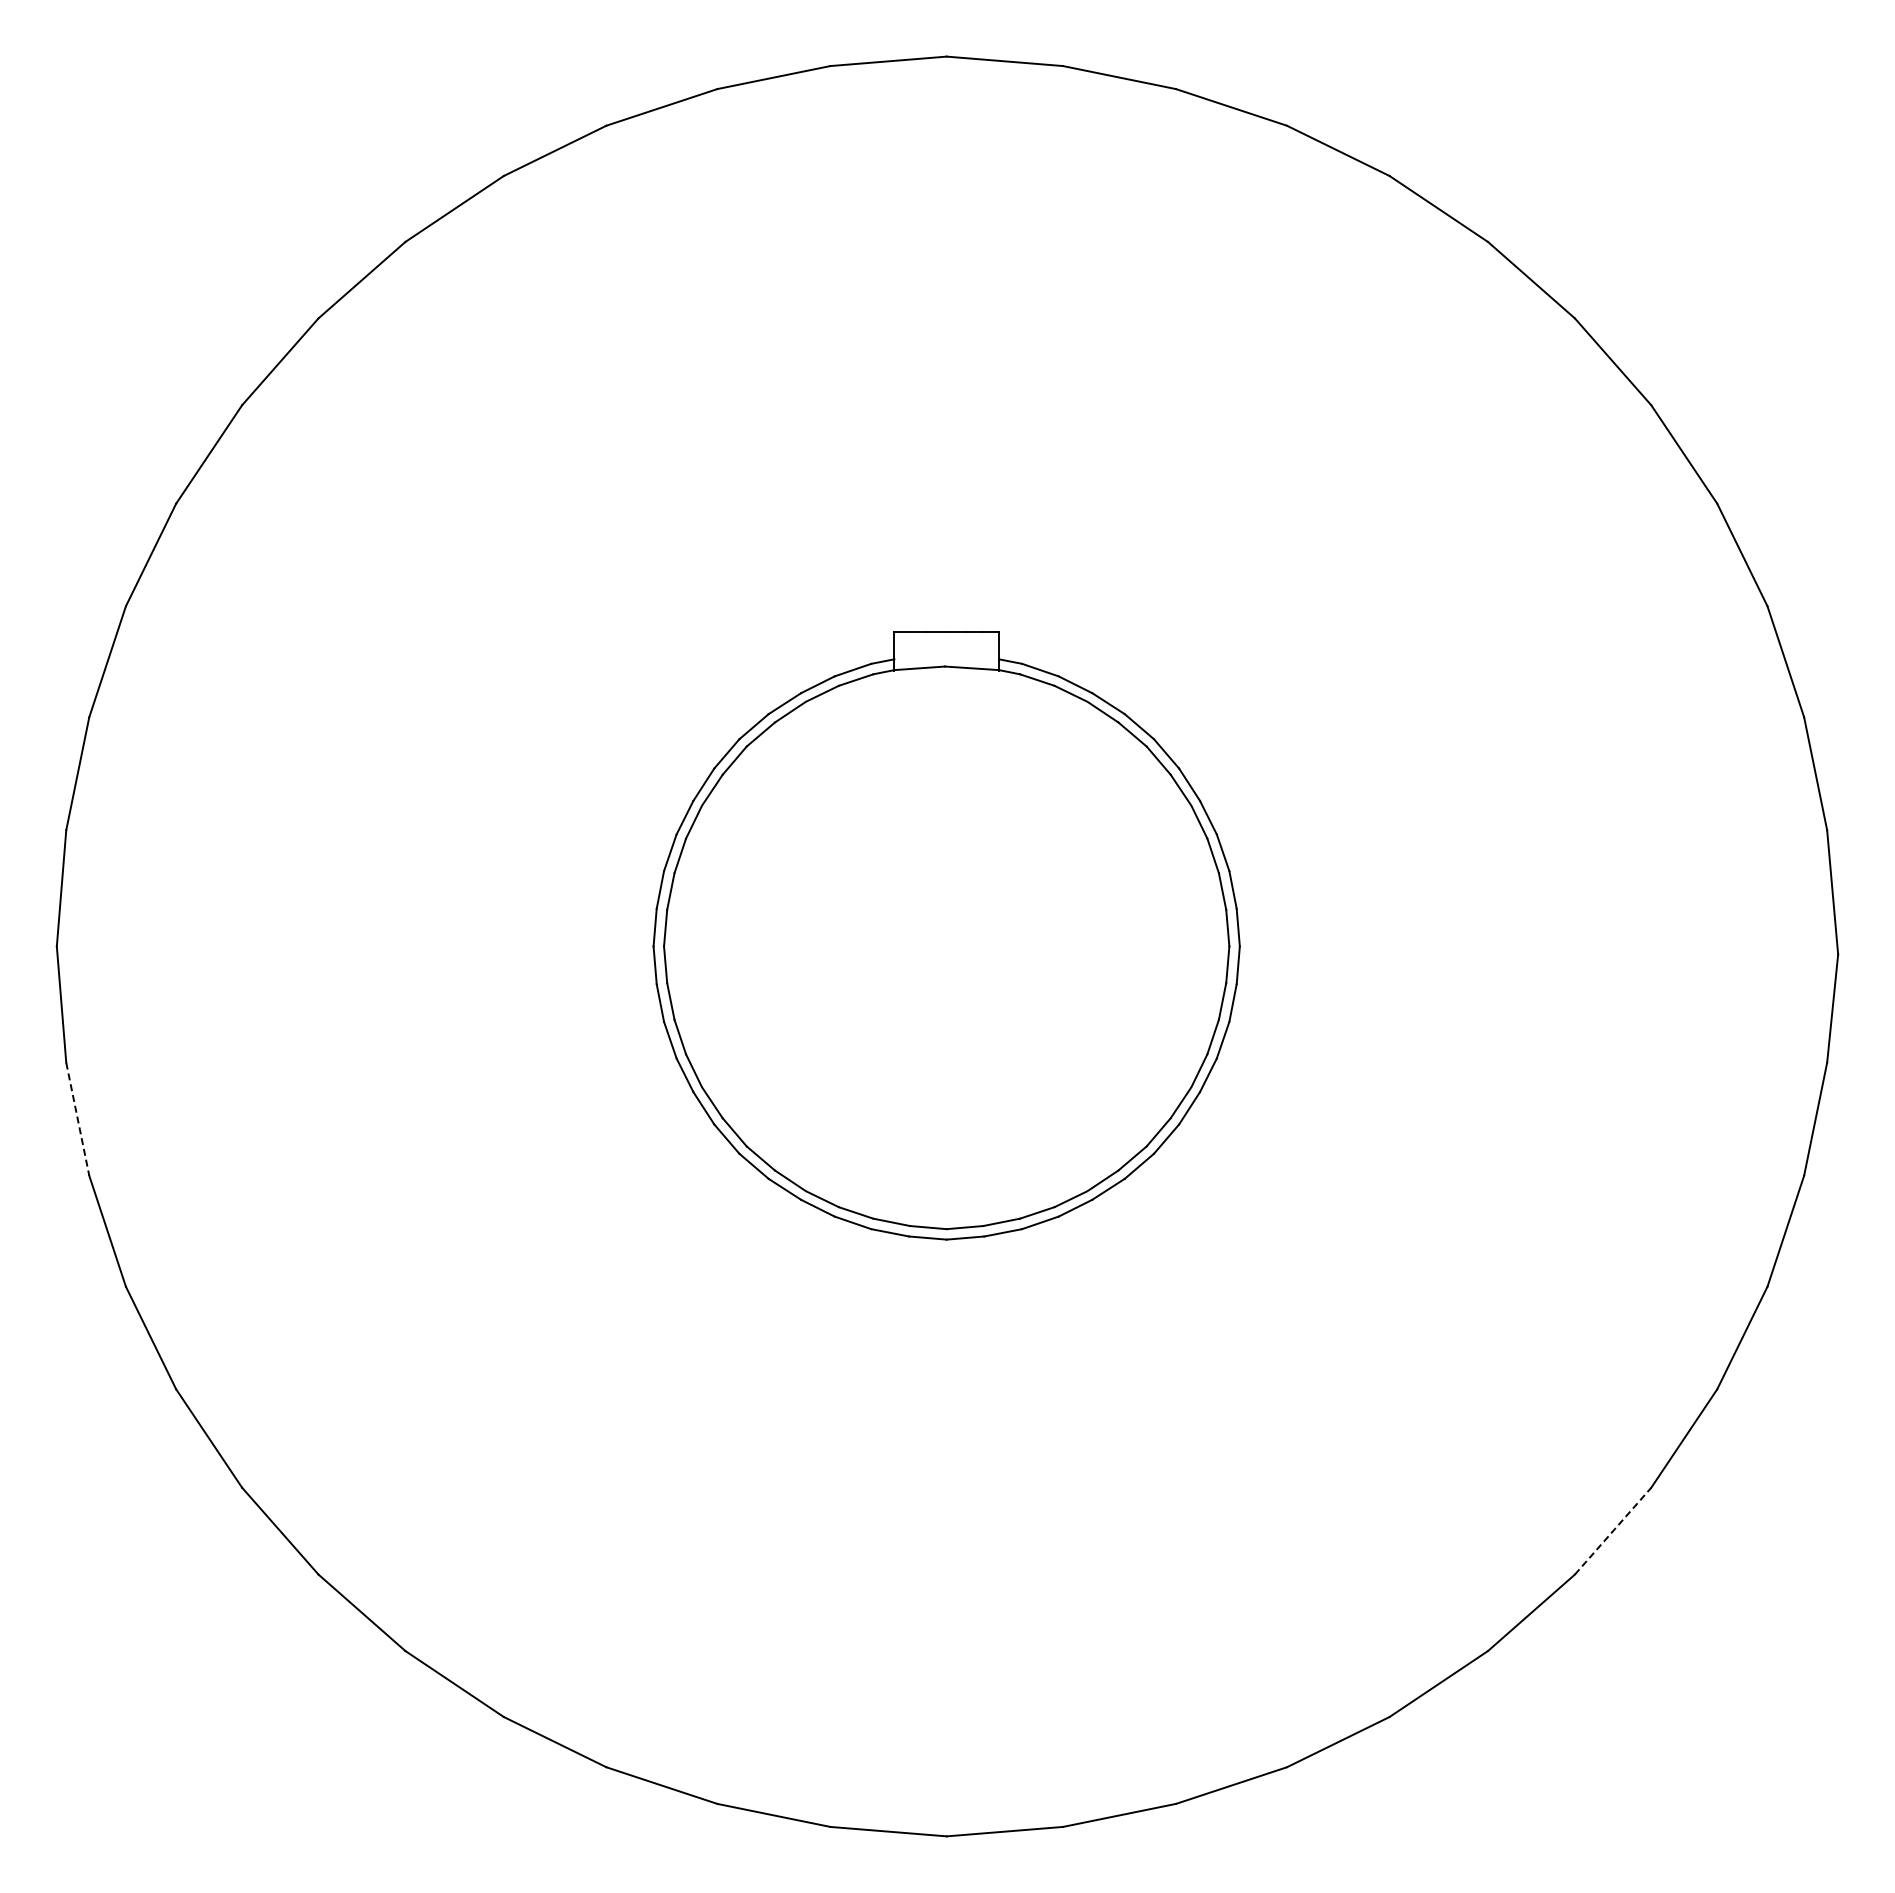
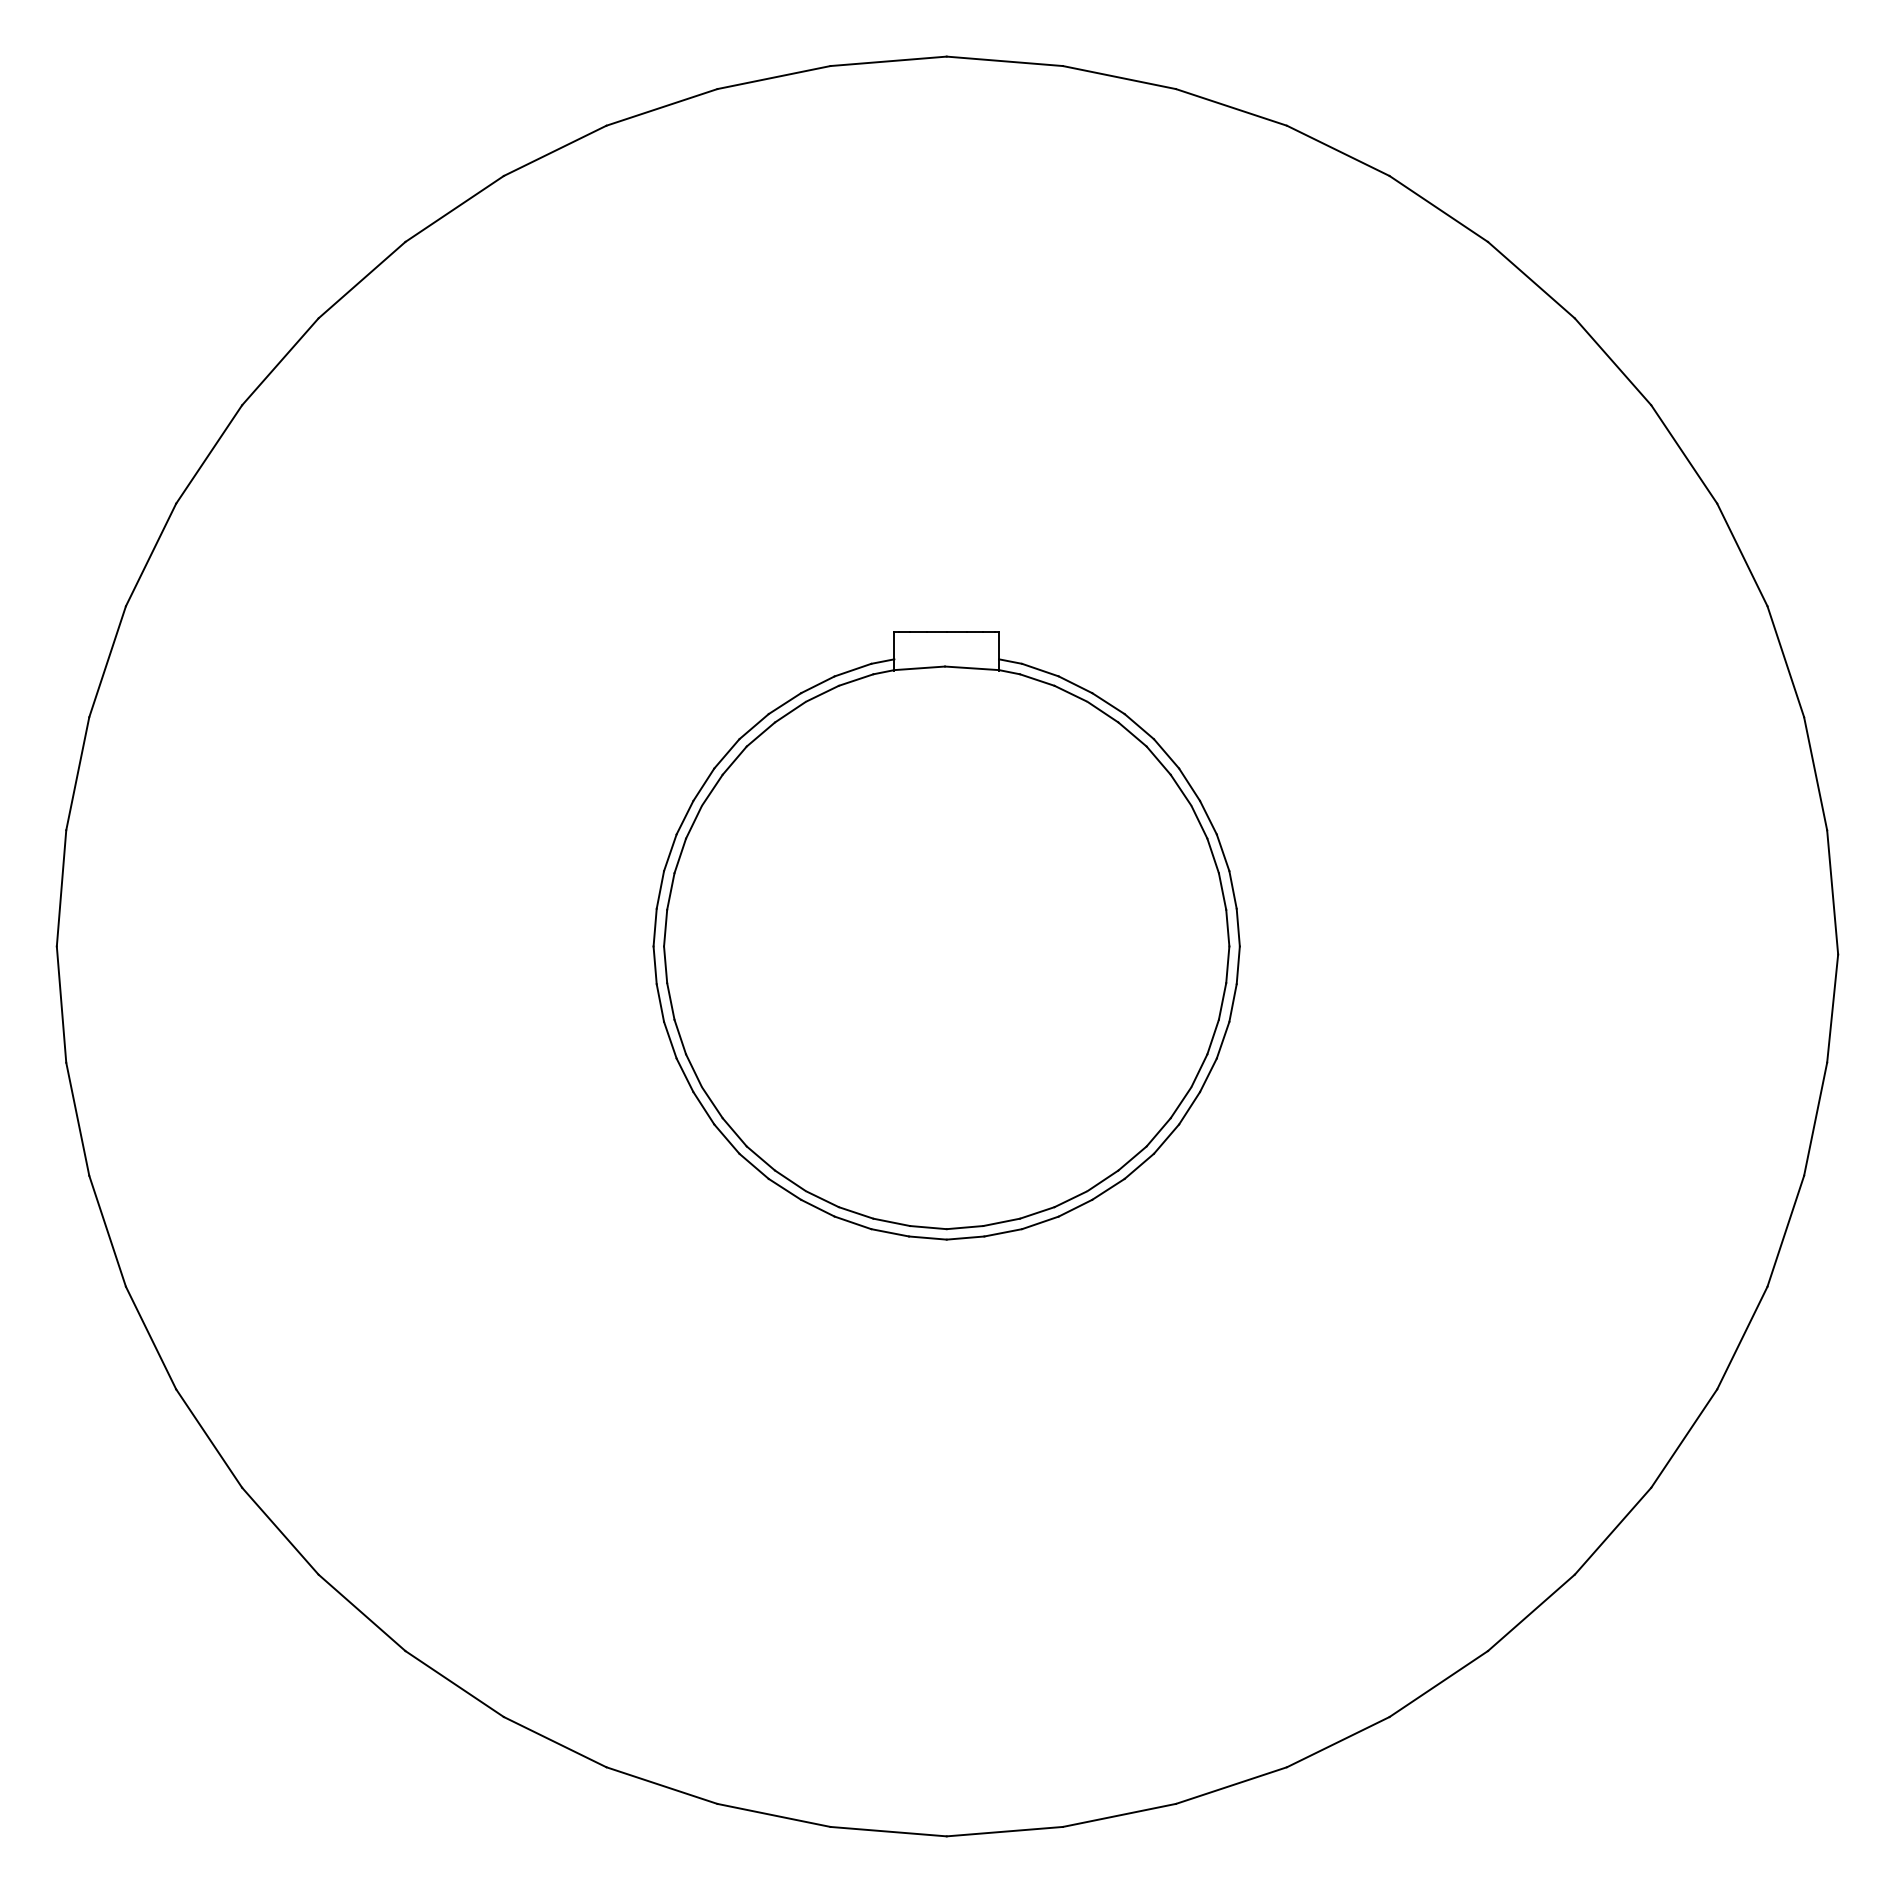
line at (77, 1119): dashed -> solid
line at (1613, 1531): dashed -> solid
